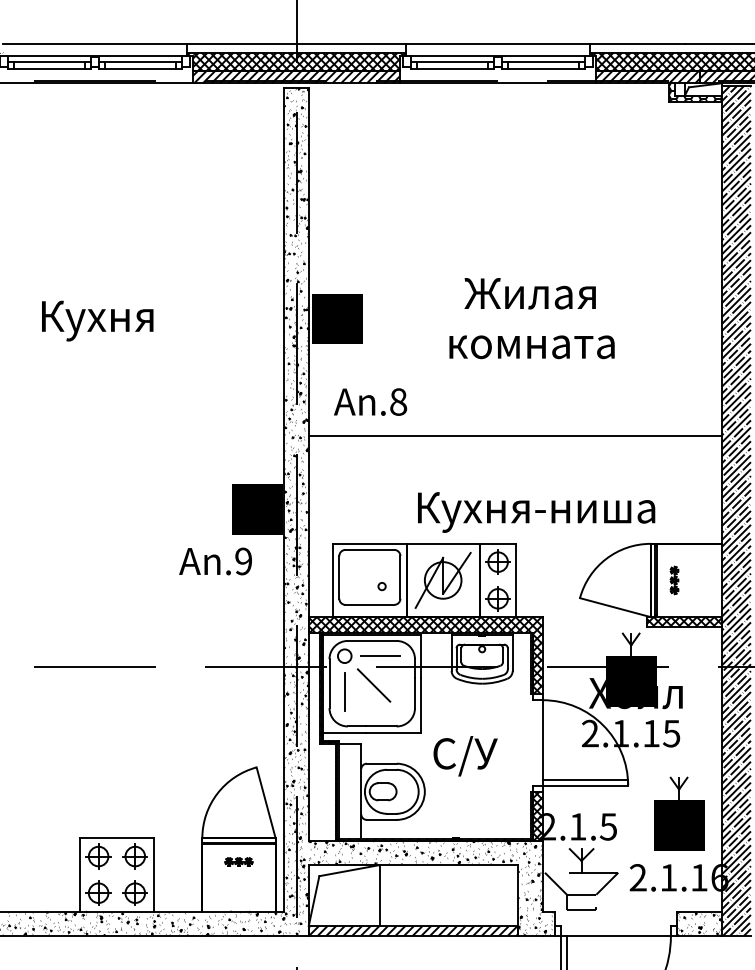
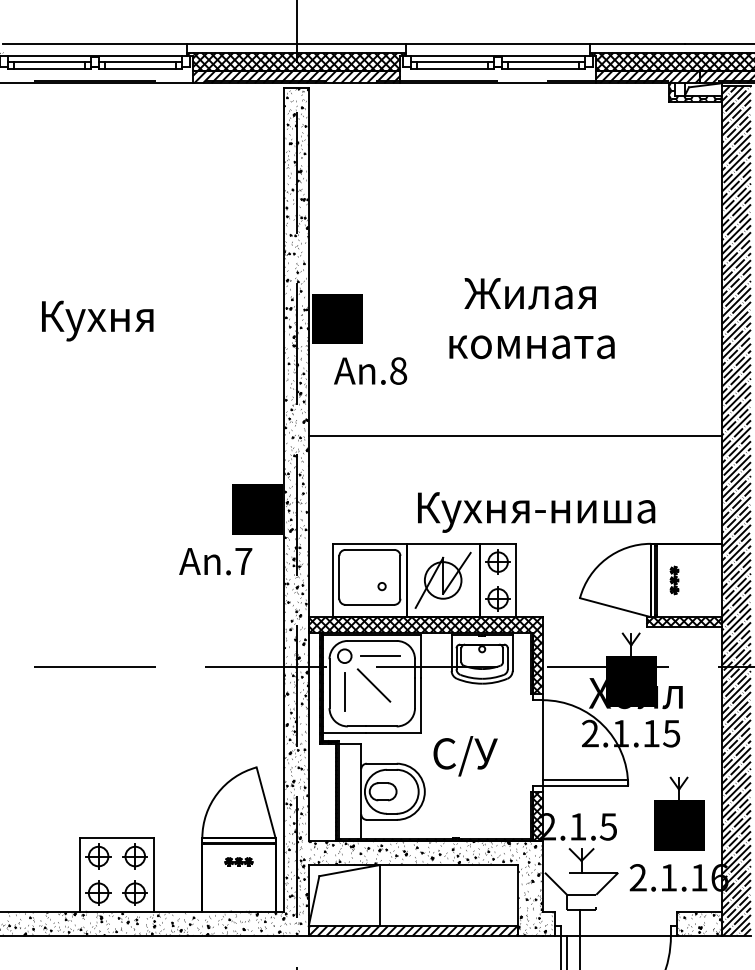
text at (370, 401) position: (370, 401) -> (370, 370)
text at (243, 561): n.9 -> n.7
line at (580, 938): none -> present
